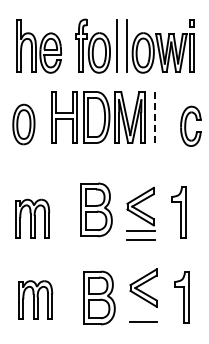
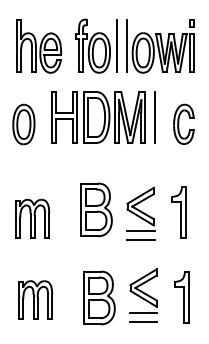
line at (154, 117): dashed -> solid
part at (190, 125) position: (190, 125) -> (183, 123)
line at (143, 313): none -> present
